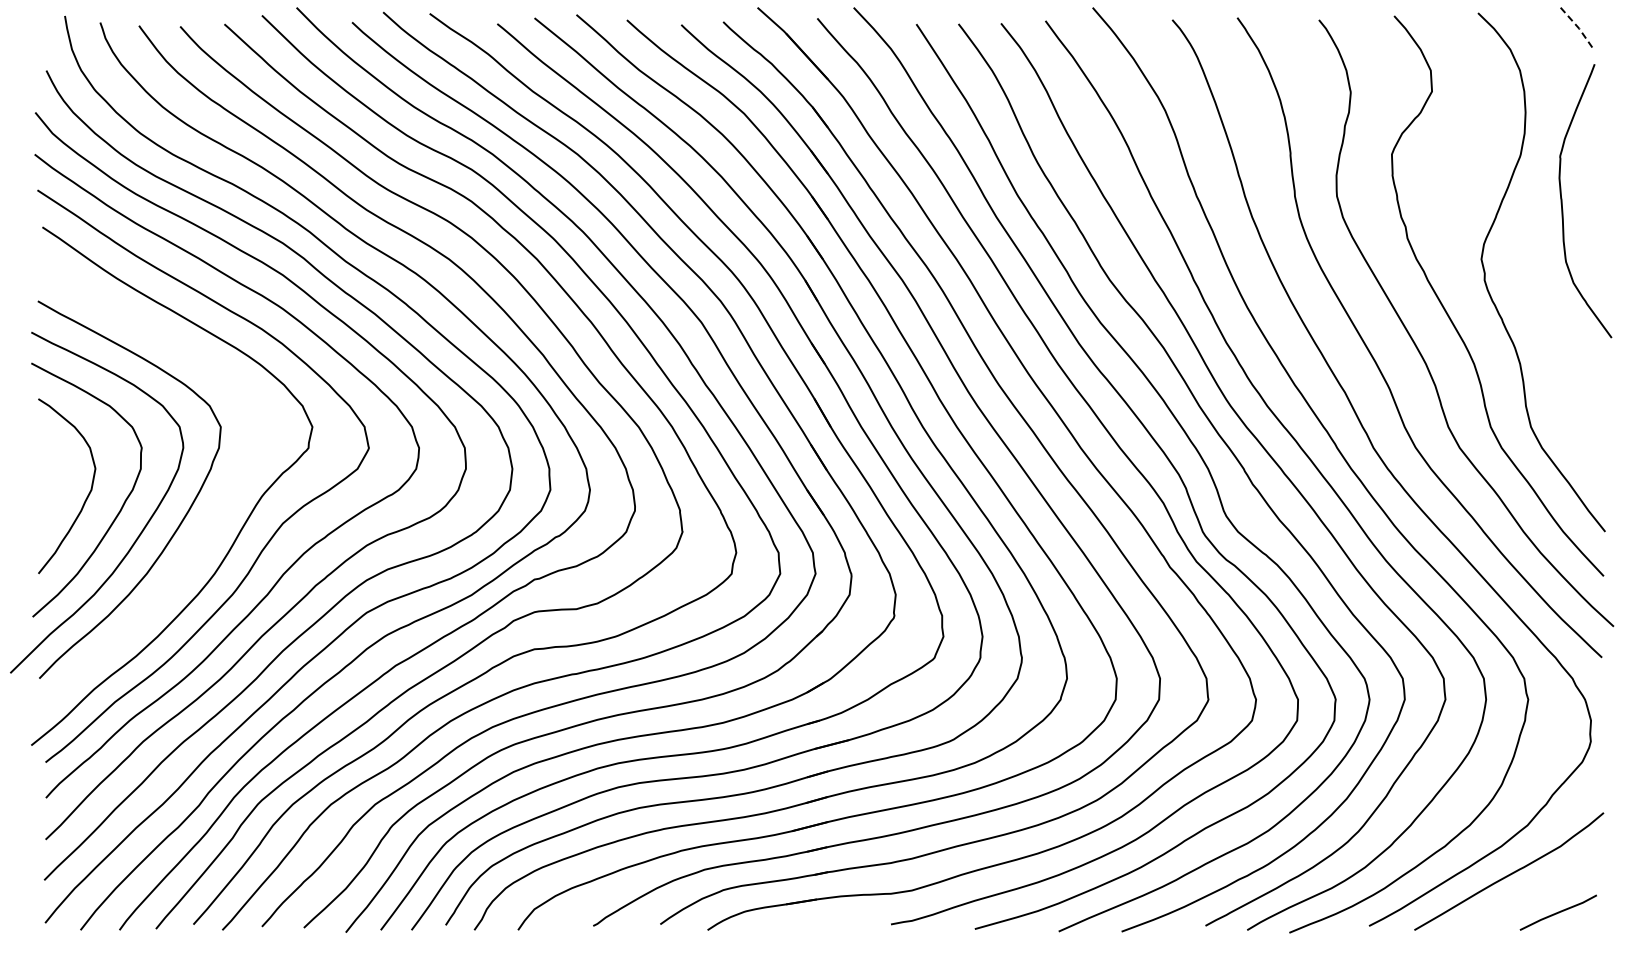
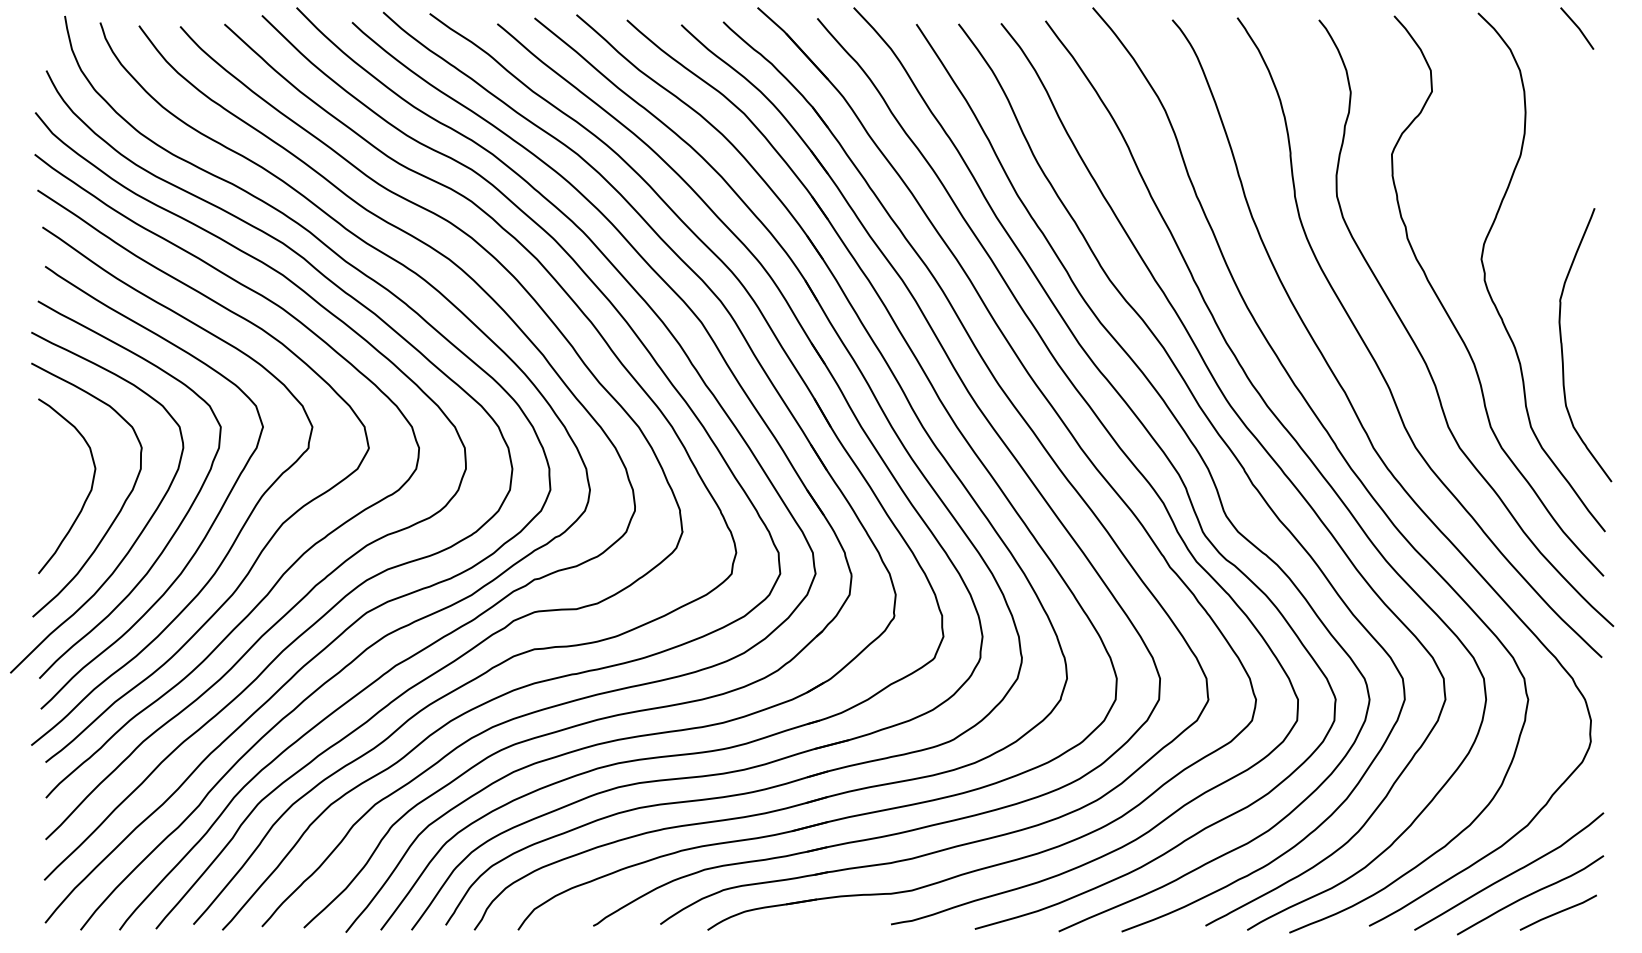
line at (1579, 28): dashed -> solid
curve at (1562, 201) position: (1562, 201) -> (1562, 345)
curve at (210, 525): none -> present
curve at (1530, 895): none -> present
